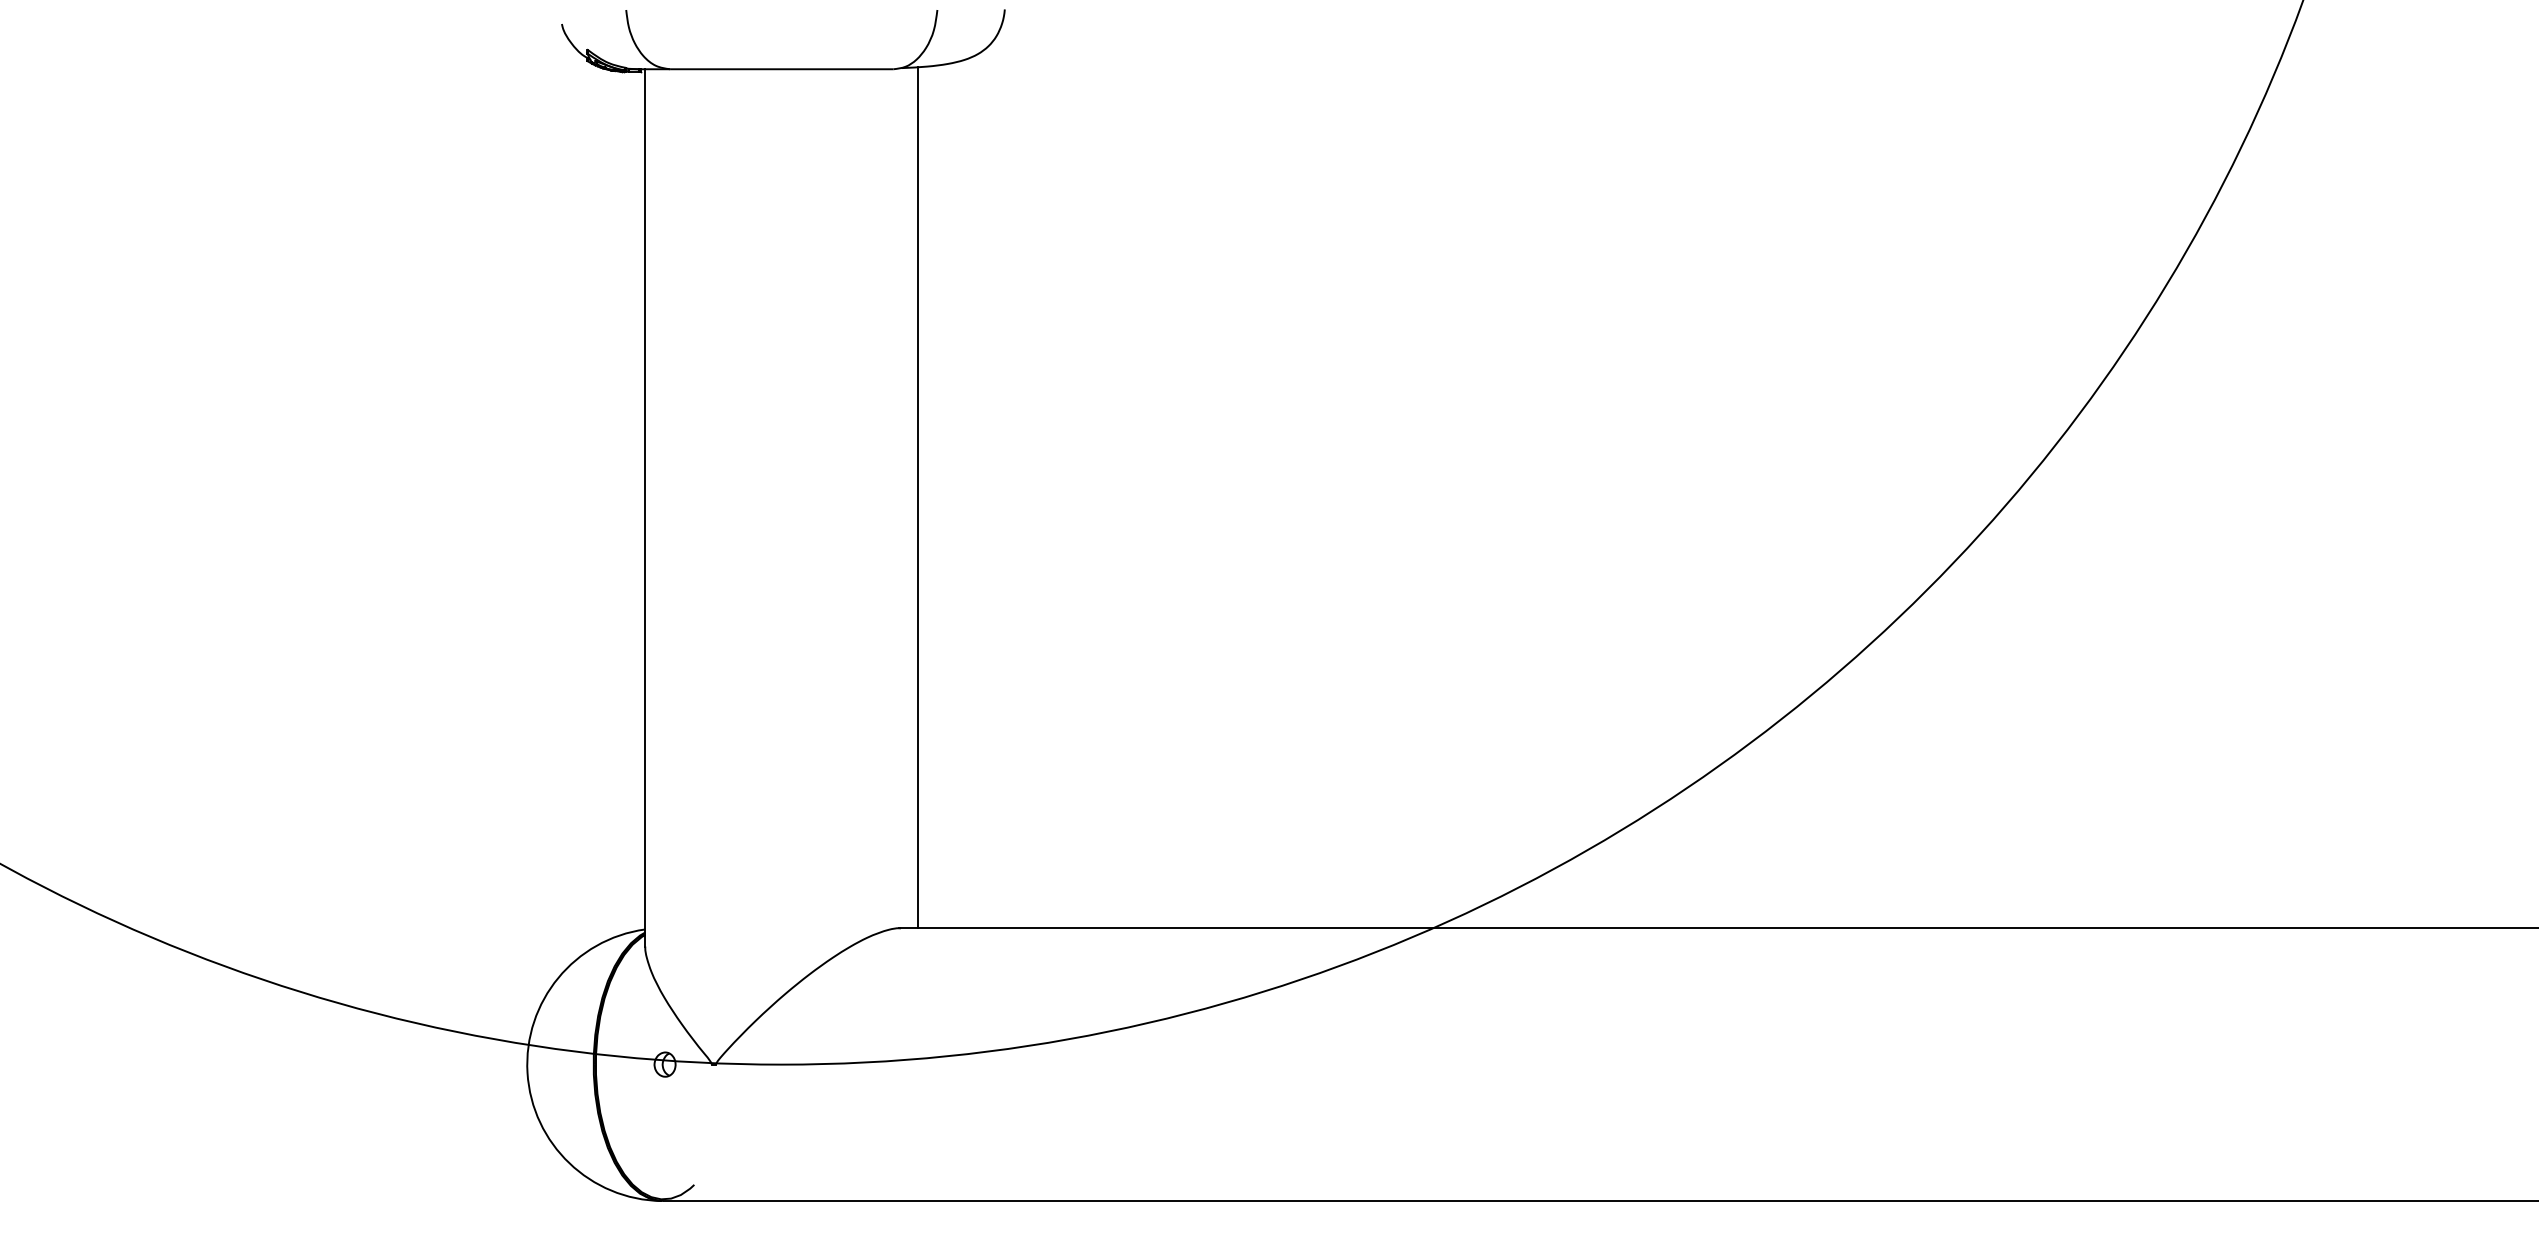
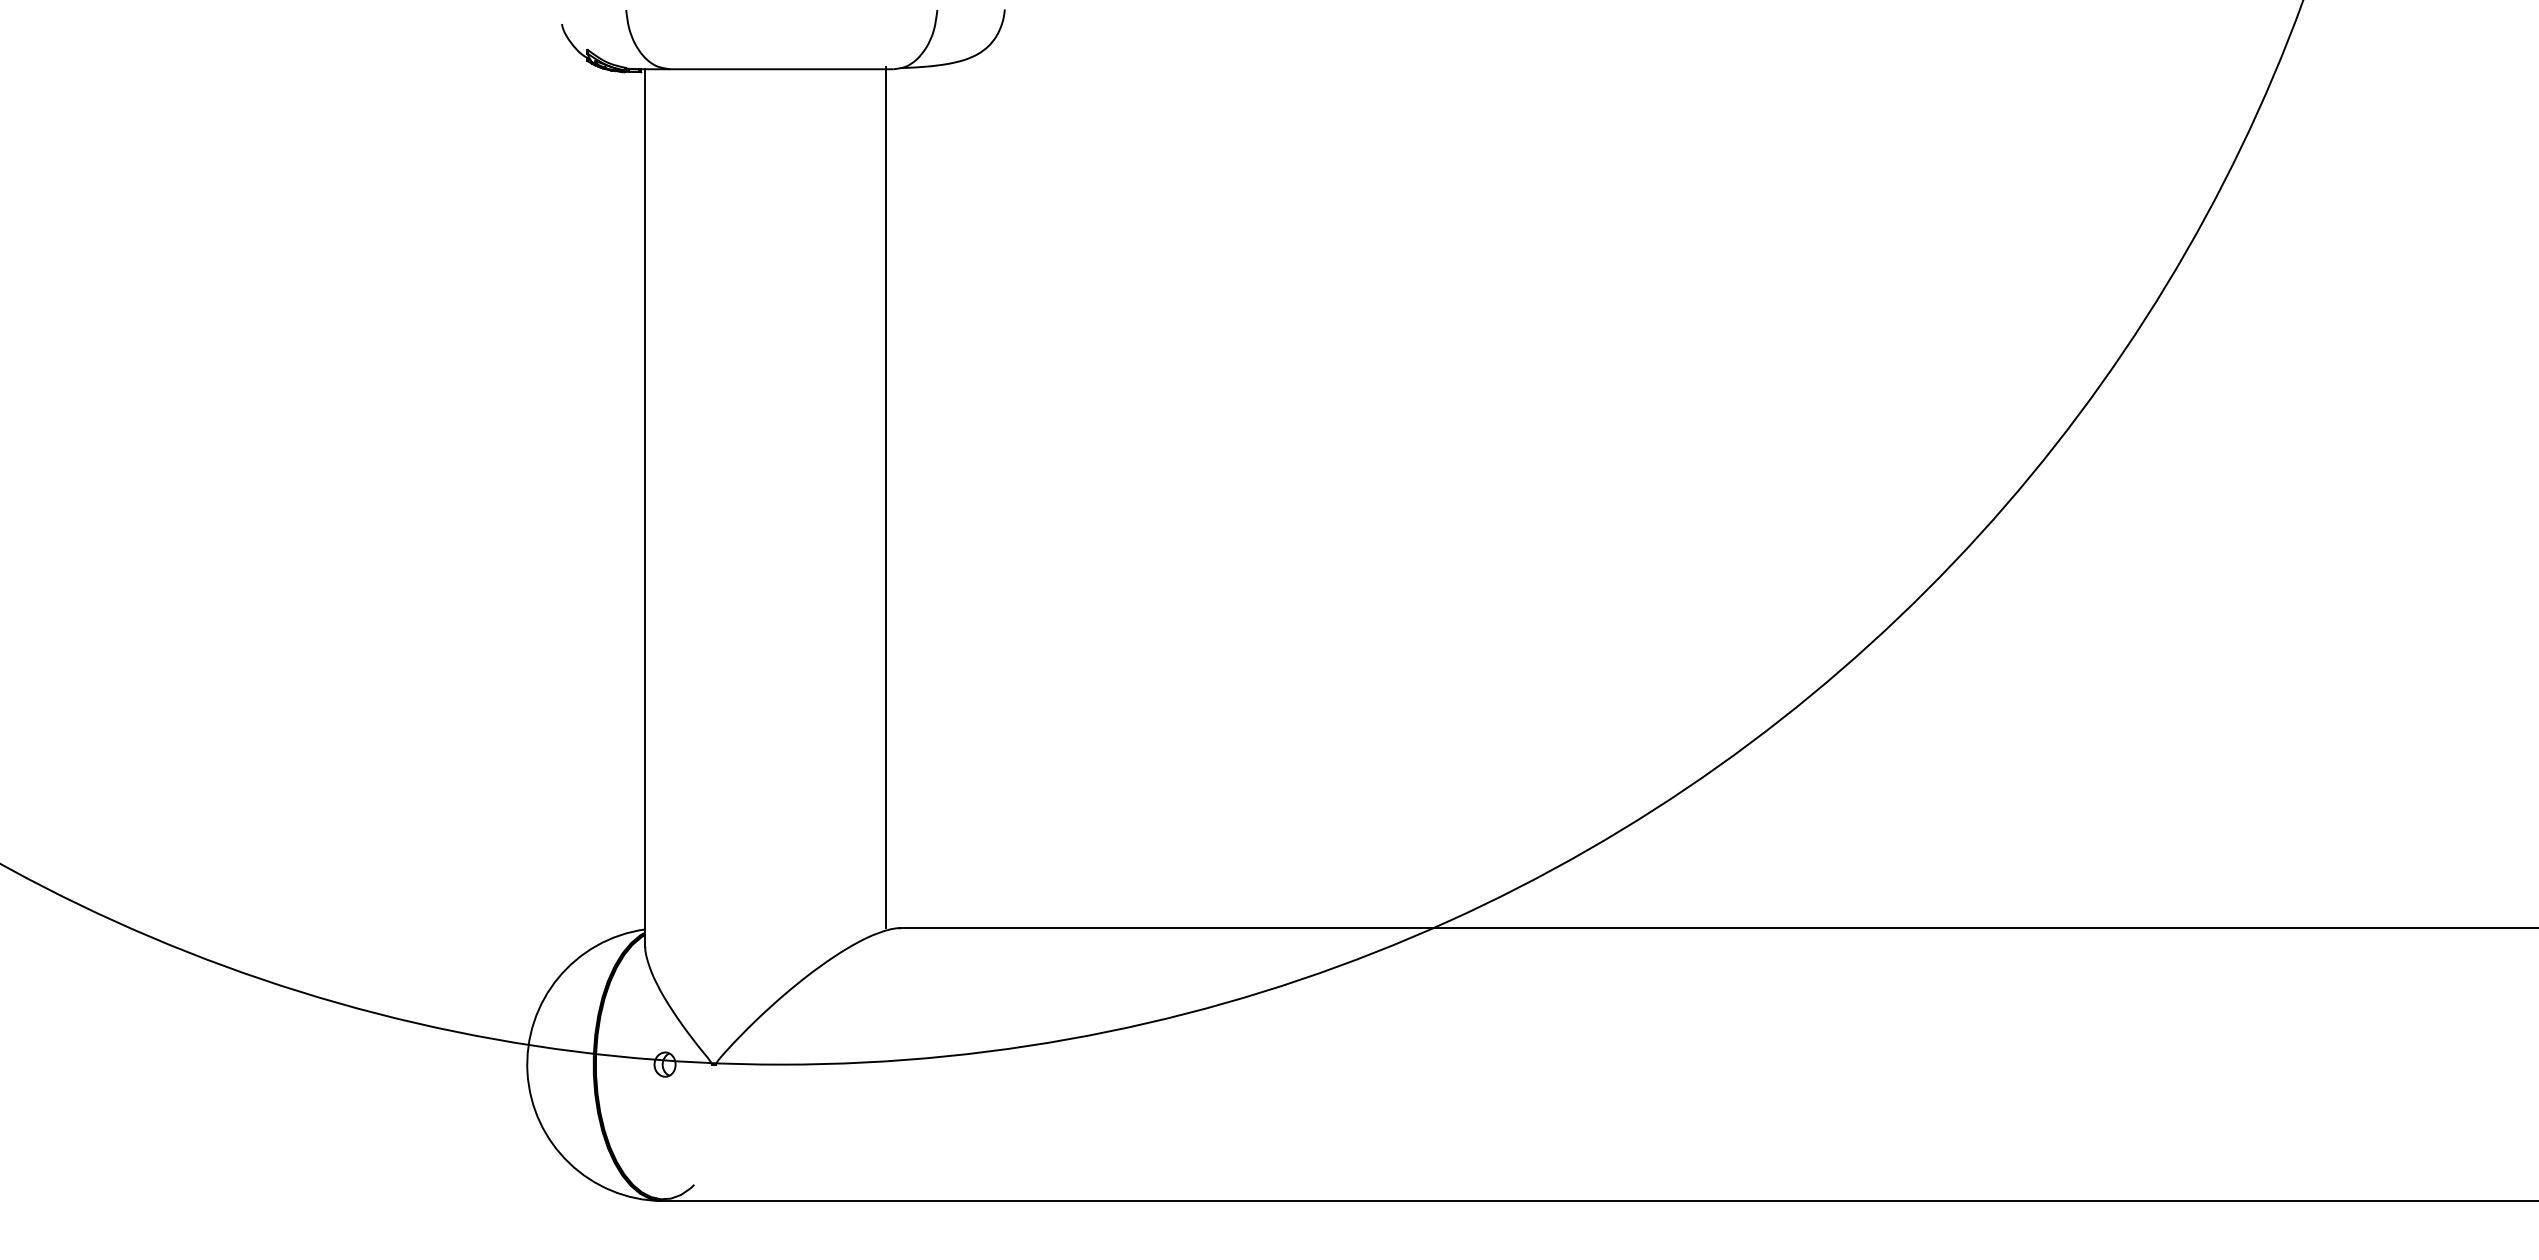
line at (918, 497) position: (918, 497) -> (886, 497)
